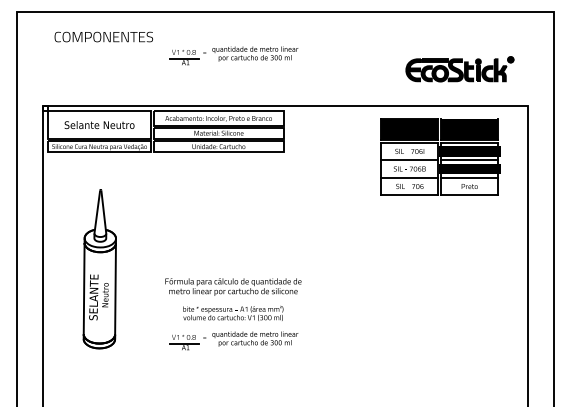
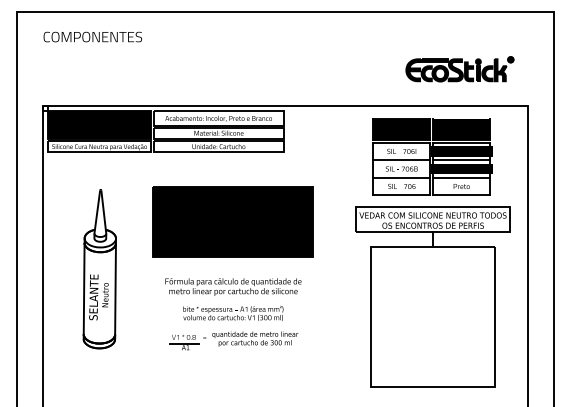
text at (103, 36) position: (103, 36) -> (92, 36)
part at (233, 55): present -> none
fill at (99, 124): none -> present
part at (440, 156) position: (440, 156) -> (432, 156)
part at (232, 221): none -> present
part at (432, 296): none -> present
